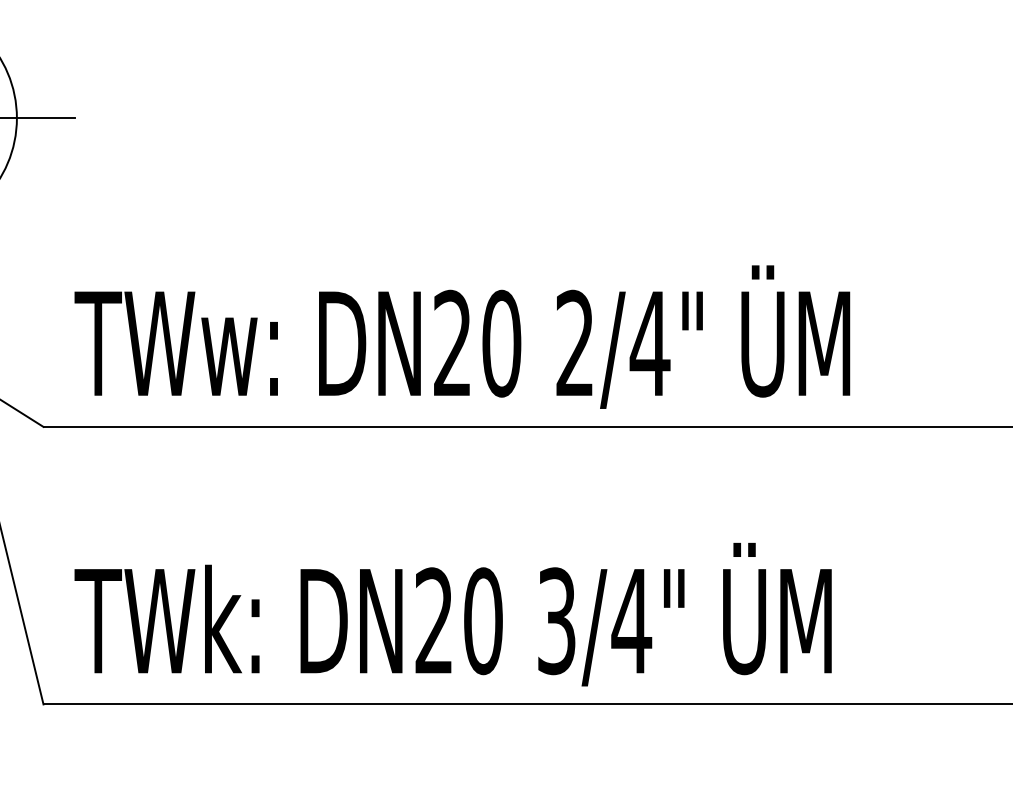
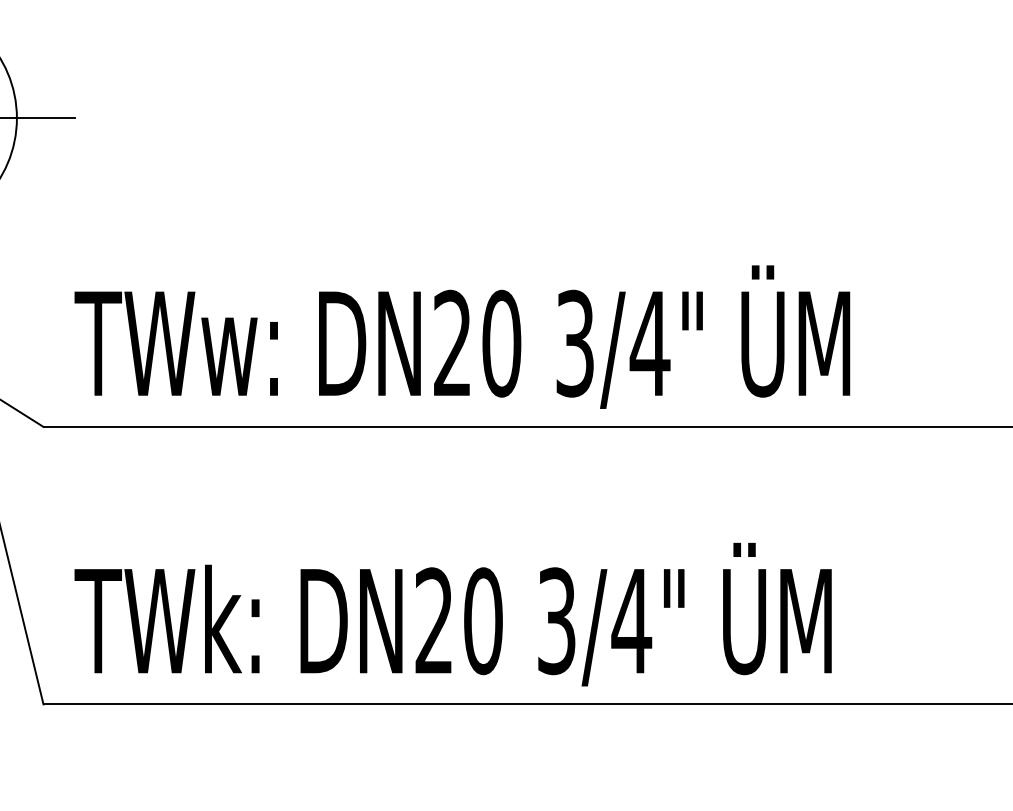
text at (574, 343): 2/4" -> 3/4"
